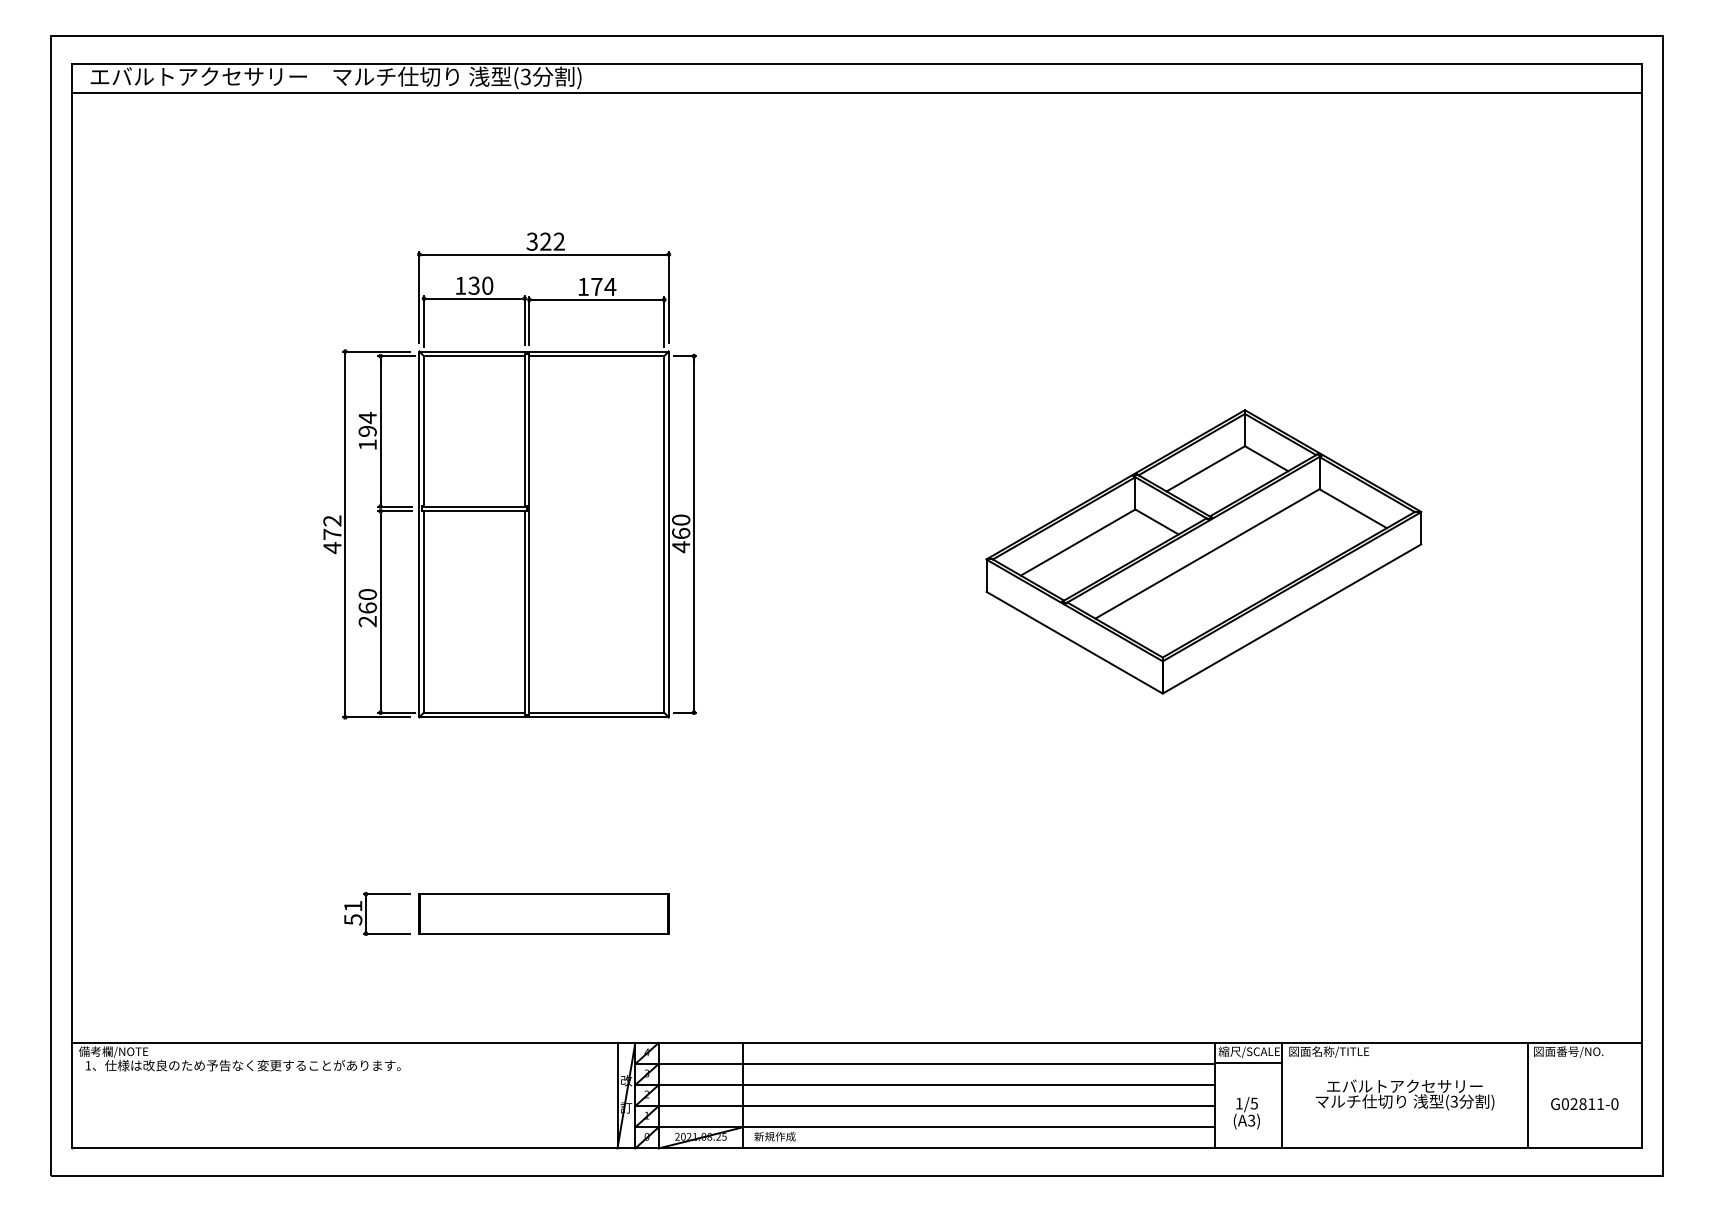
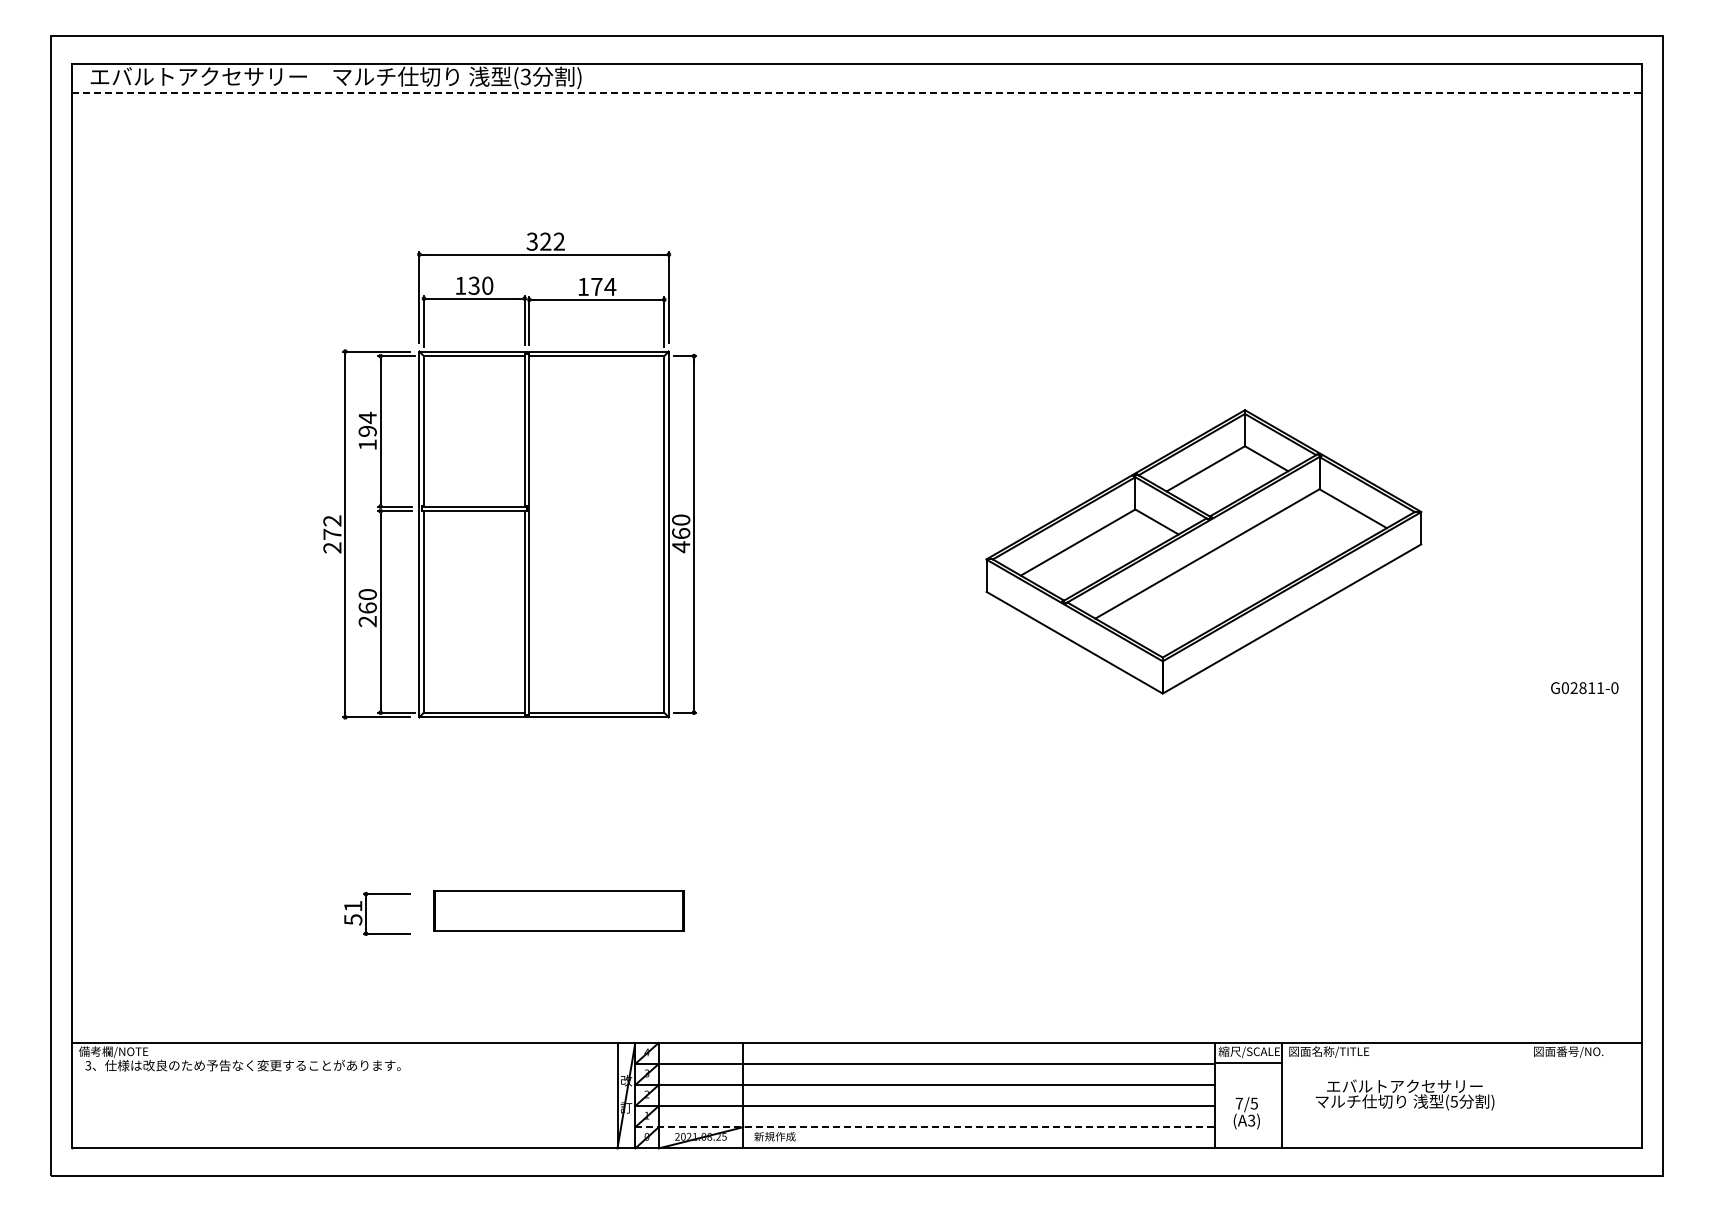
line at (856, 92): solid -> dashed
text at (332, 548): 472 -> 272
part at (543, 913) position: (543, 913) -> (558, 910)
text at (88, 1065): 1 -> 3
line at (1527, 1095): present -> none
text at (1454, 1100): (3 -> (5
text at (1238, 1103): 1/5 -> 7/5
text at (1584, 1104) position: (1584, 1104) -> (1584, 688)
line at (924, 1127): solid -> dashed
